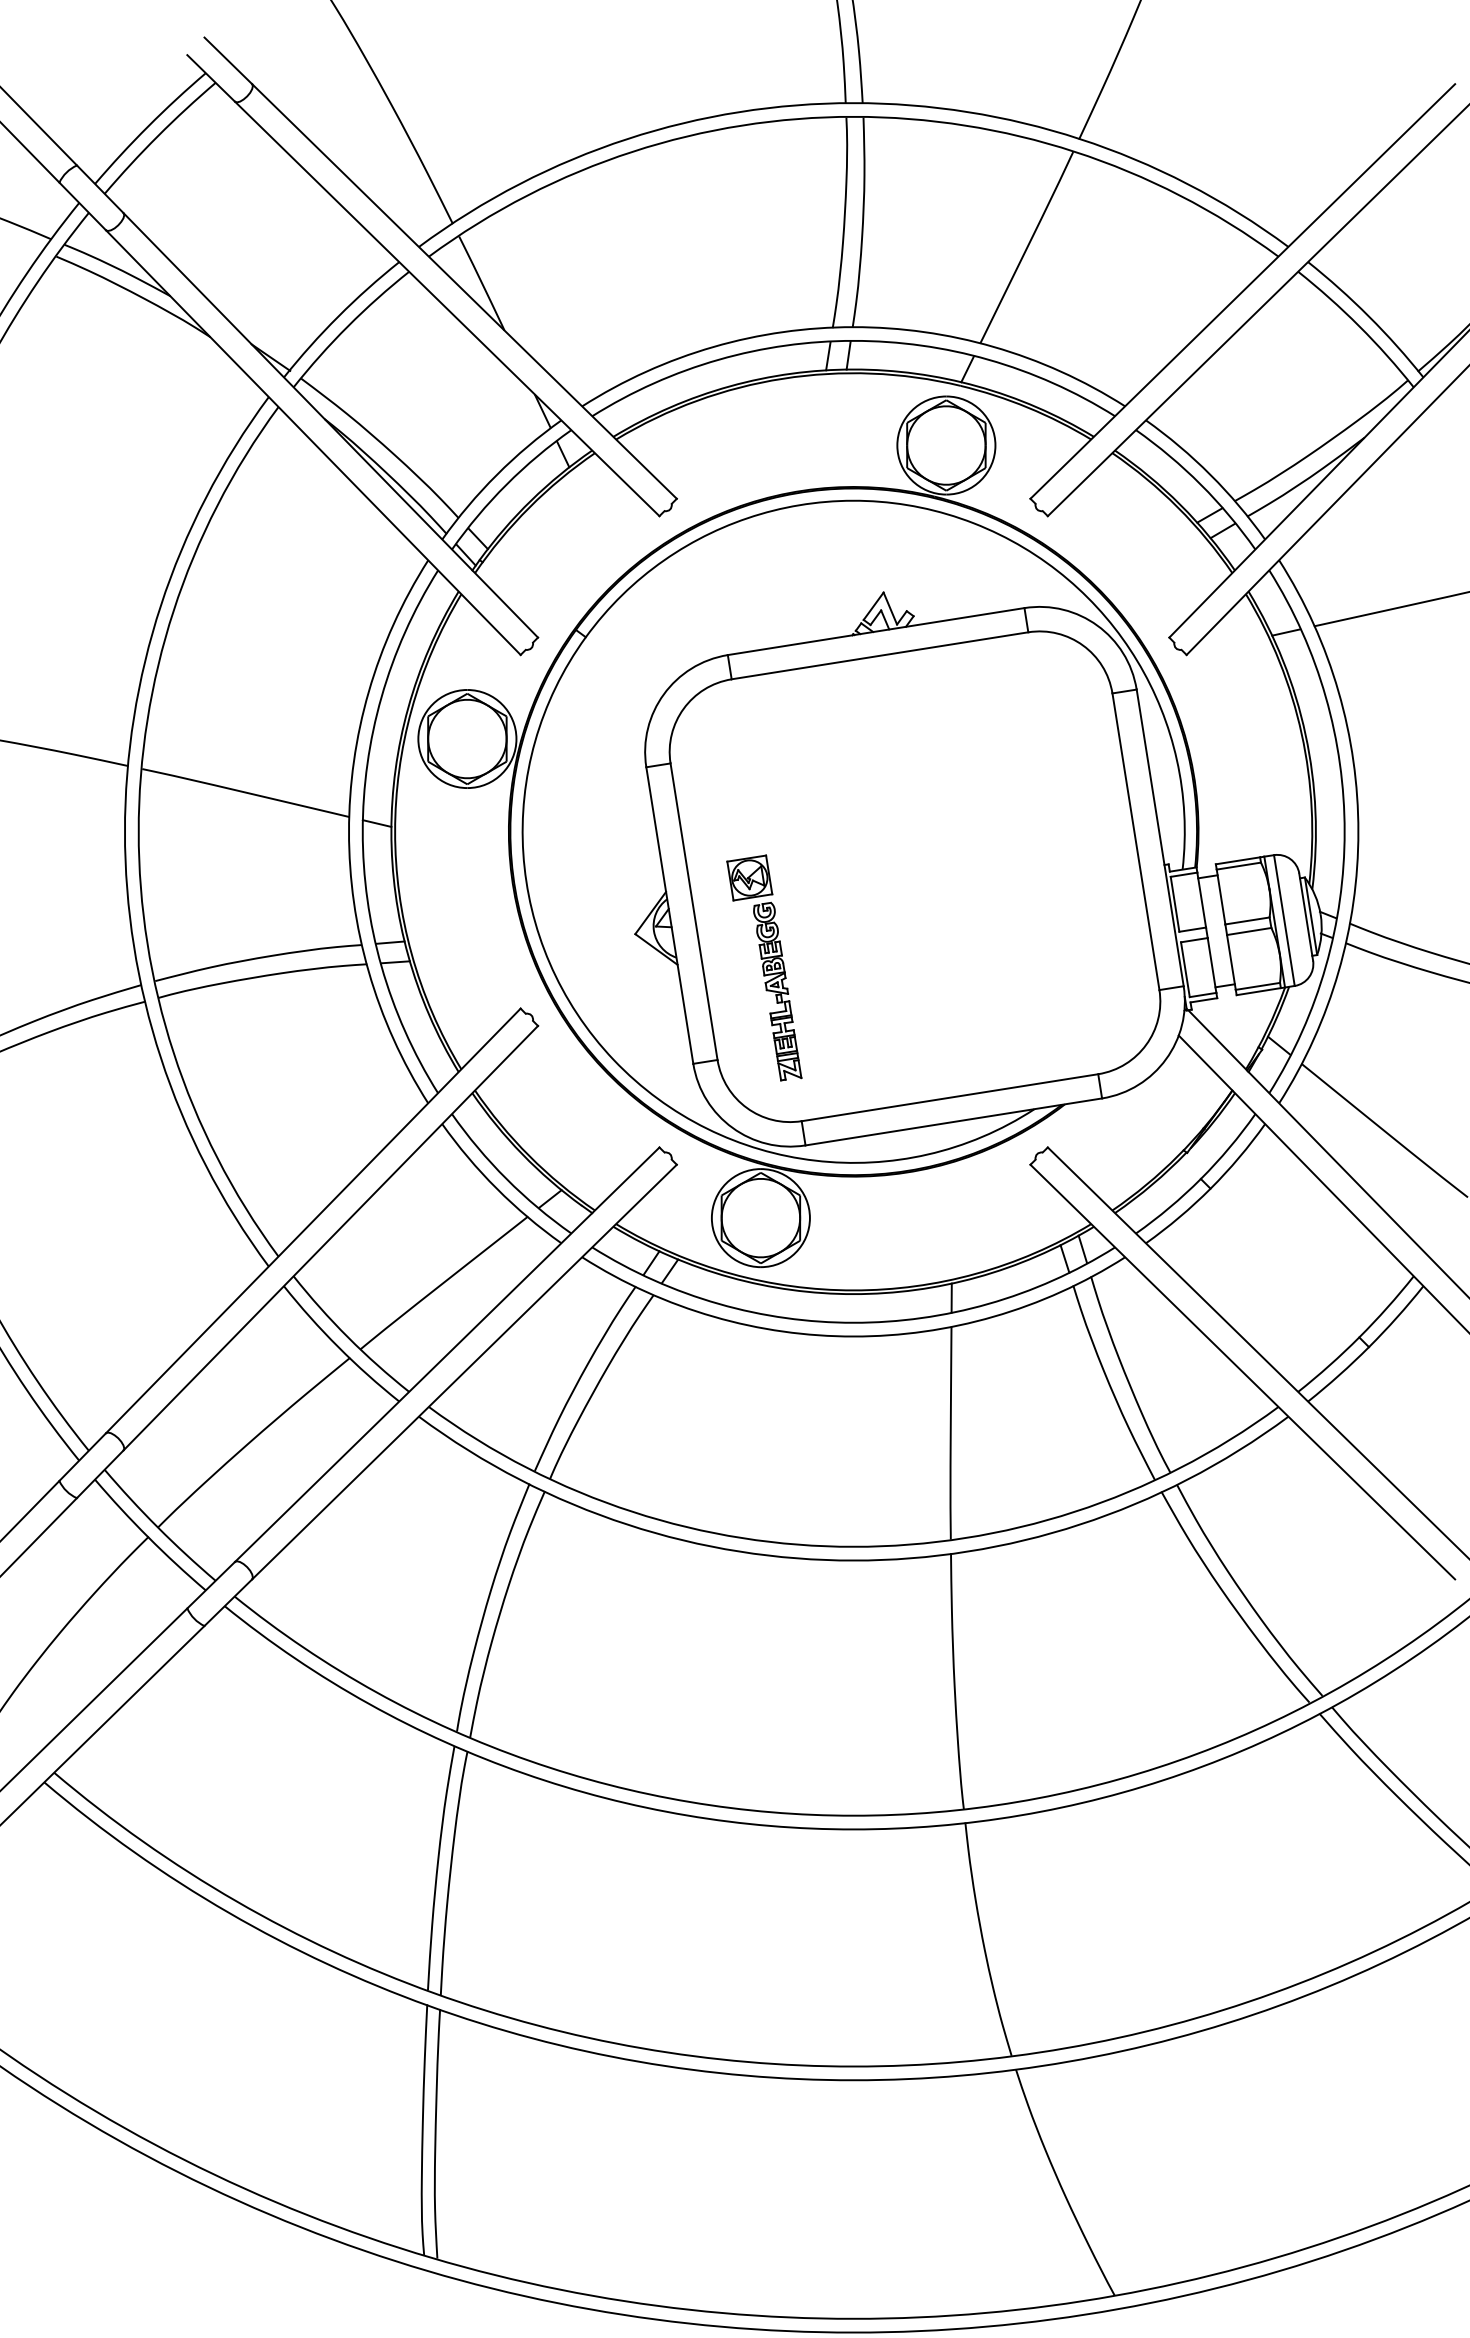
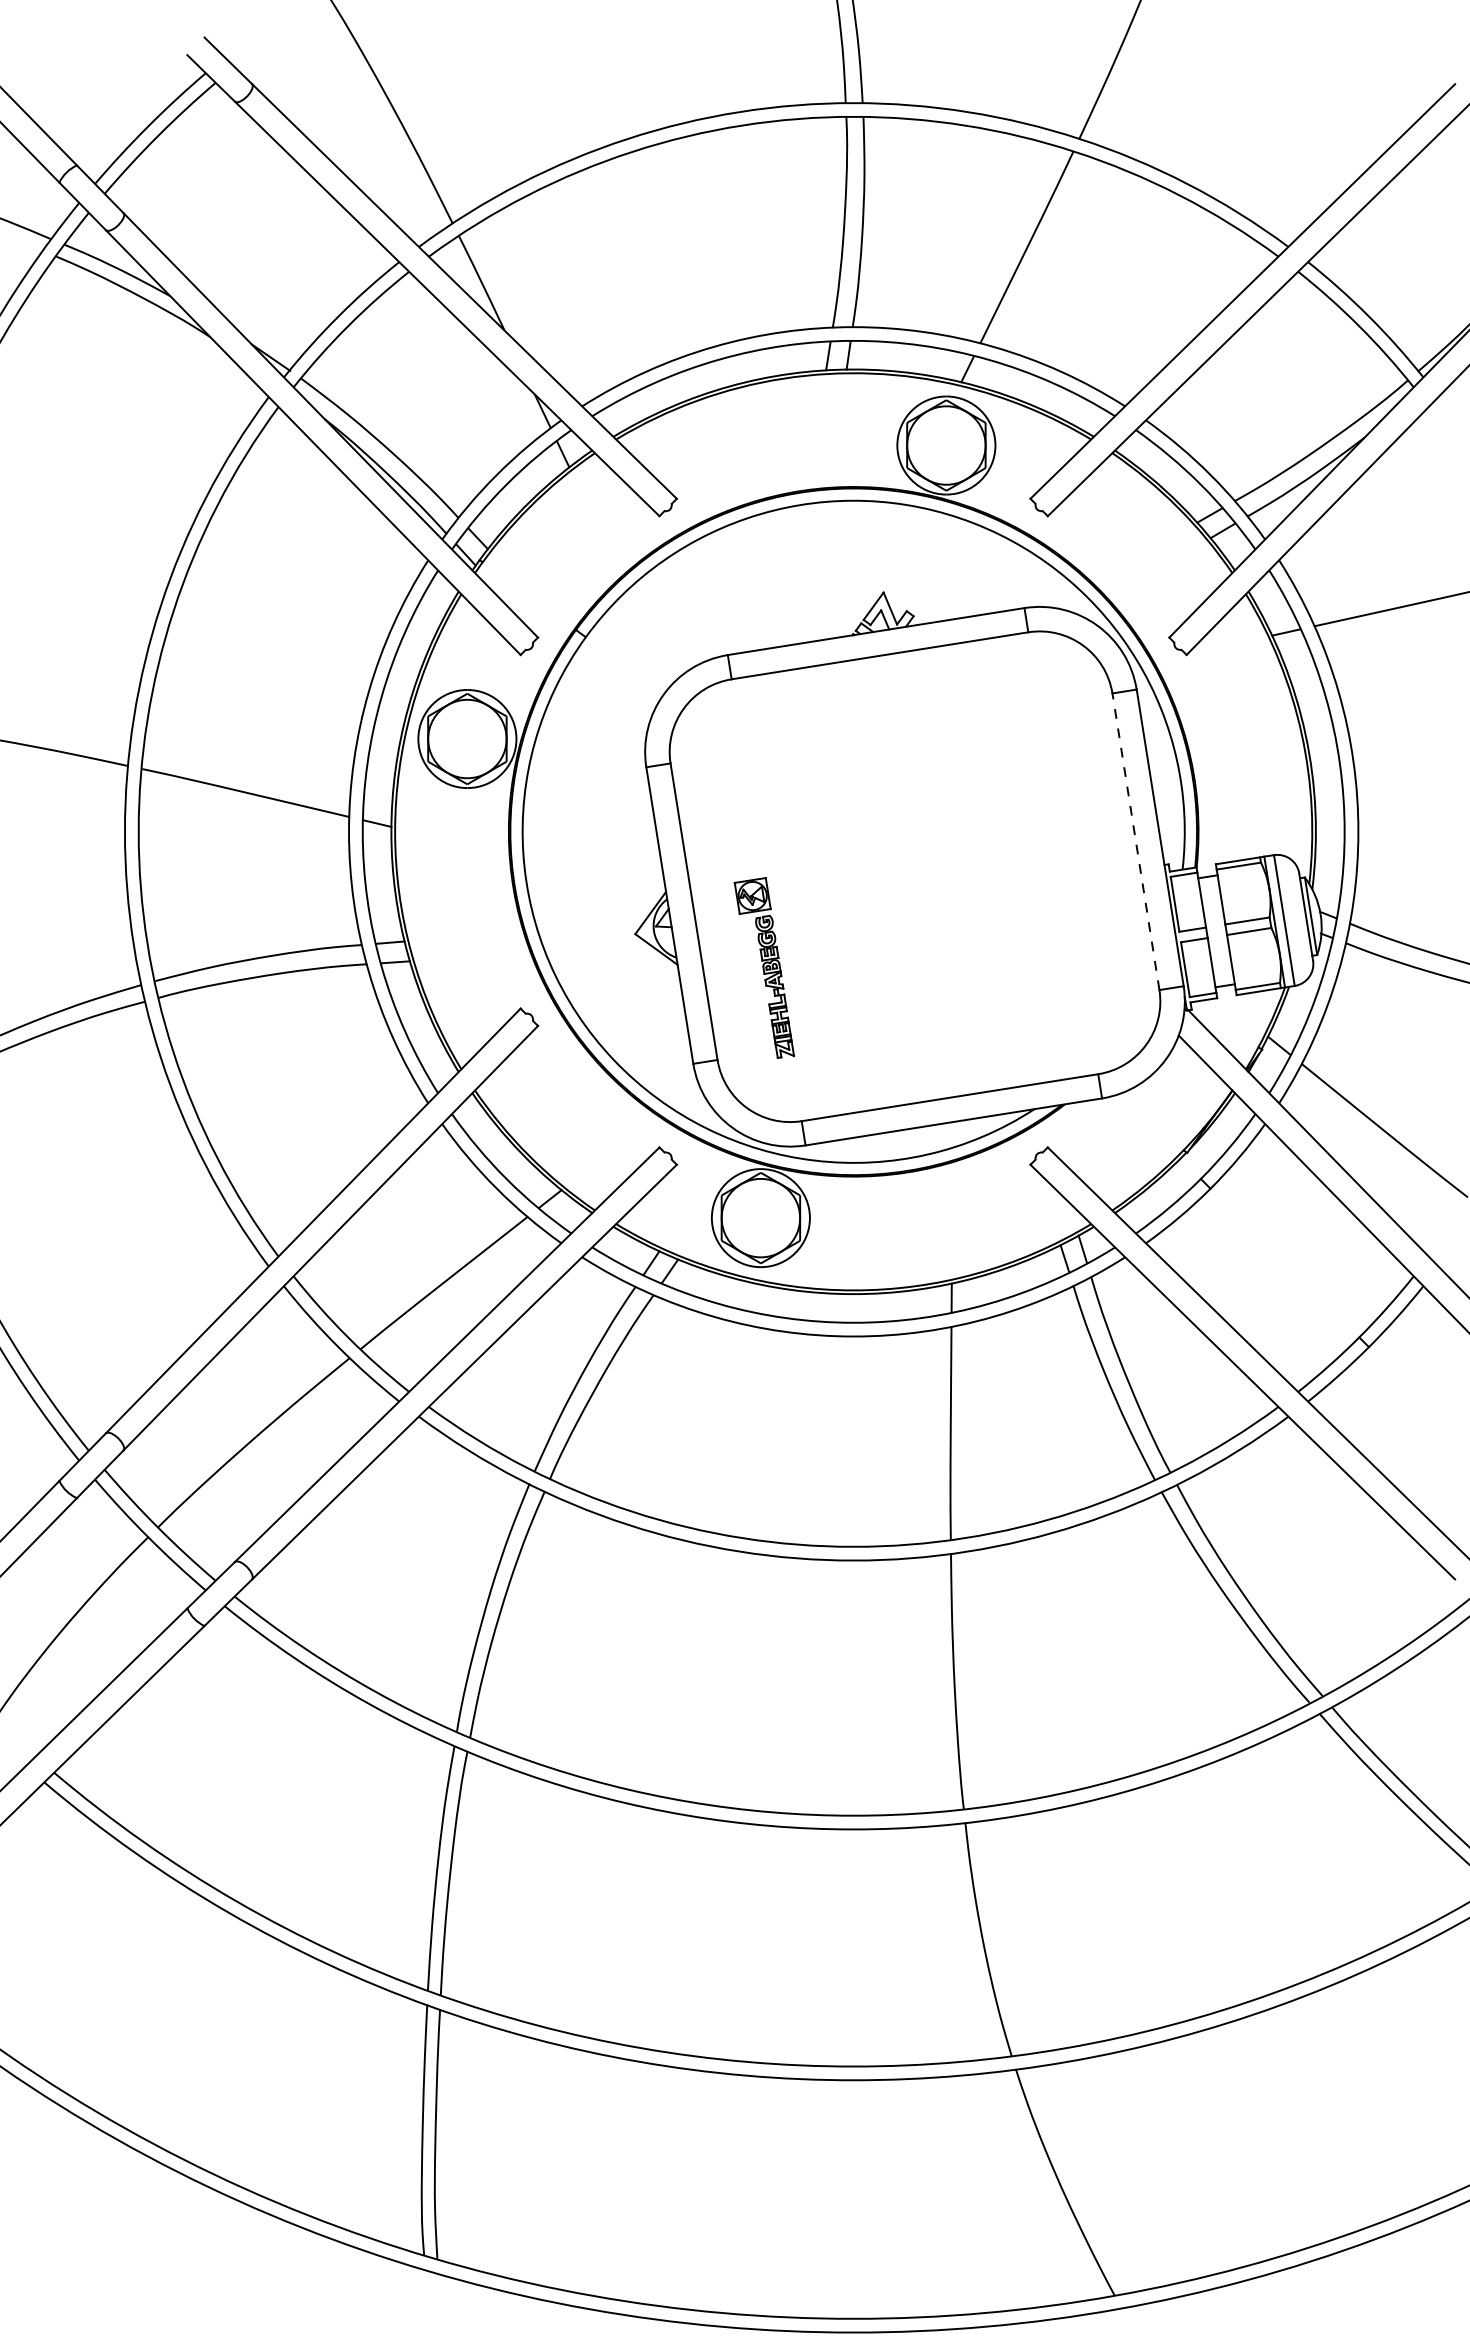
line at (1135, 841): solid -> dashed
part at (764, 967) size: 77x228 px -> 63x182 px
